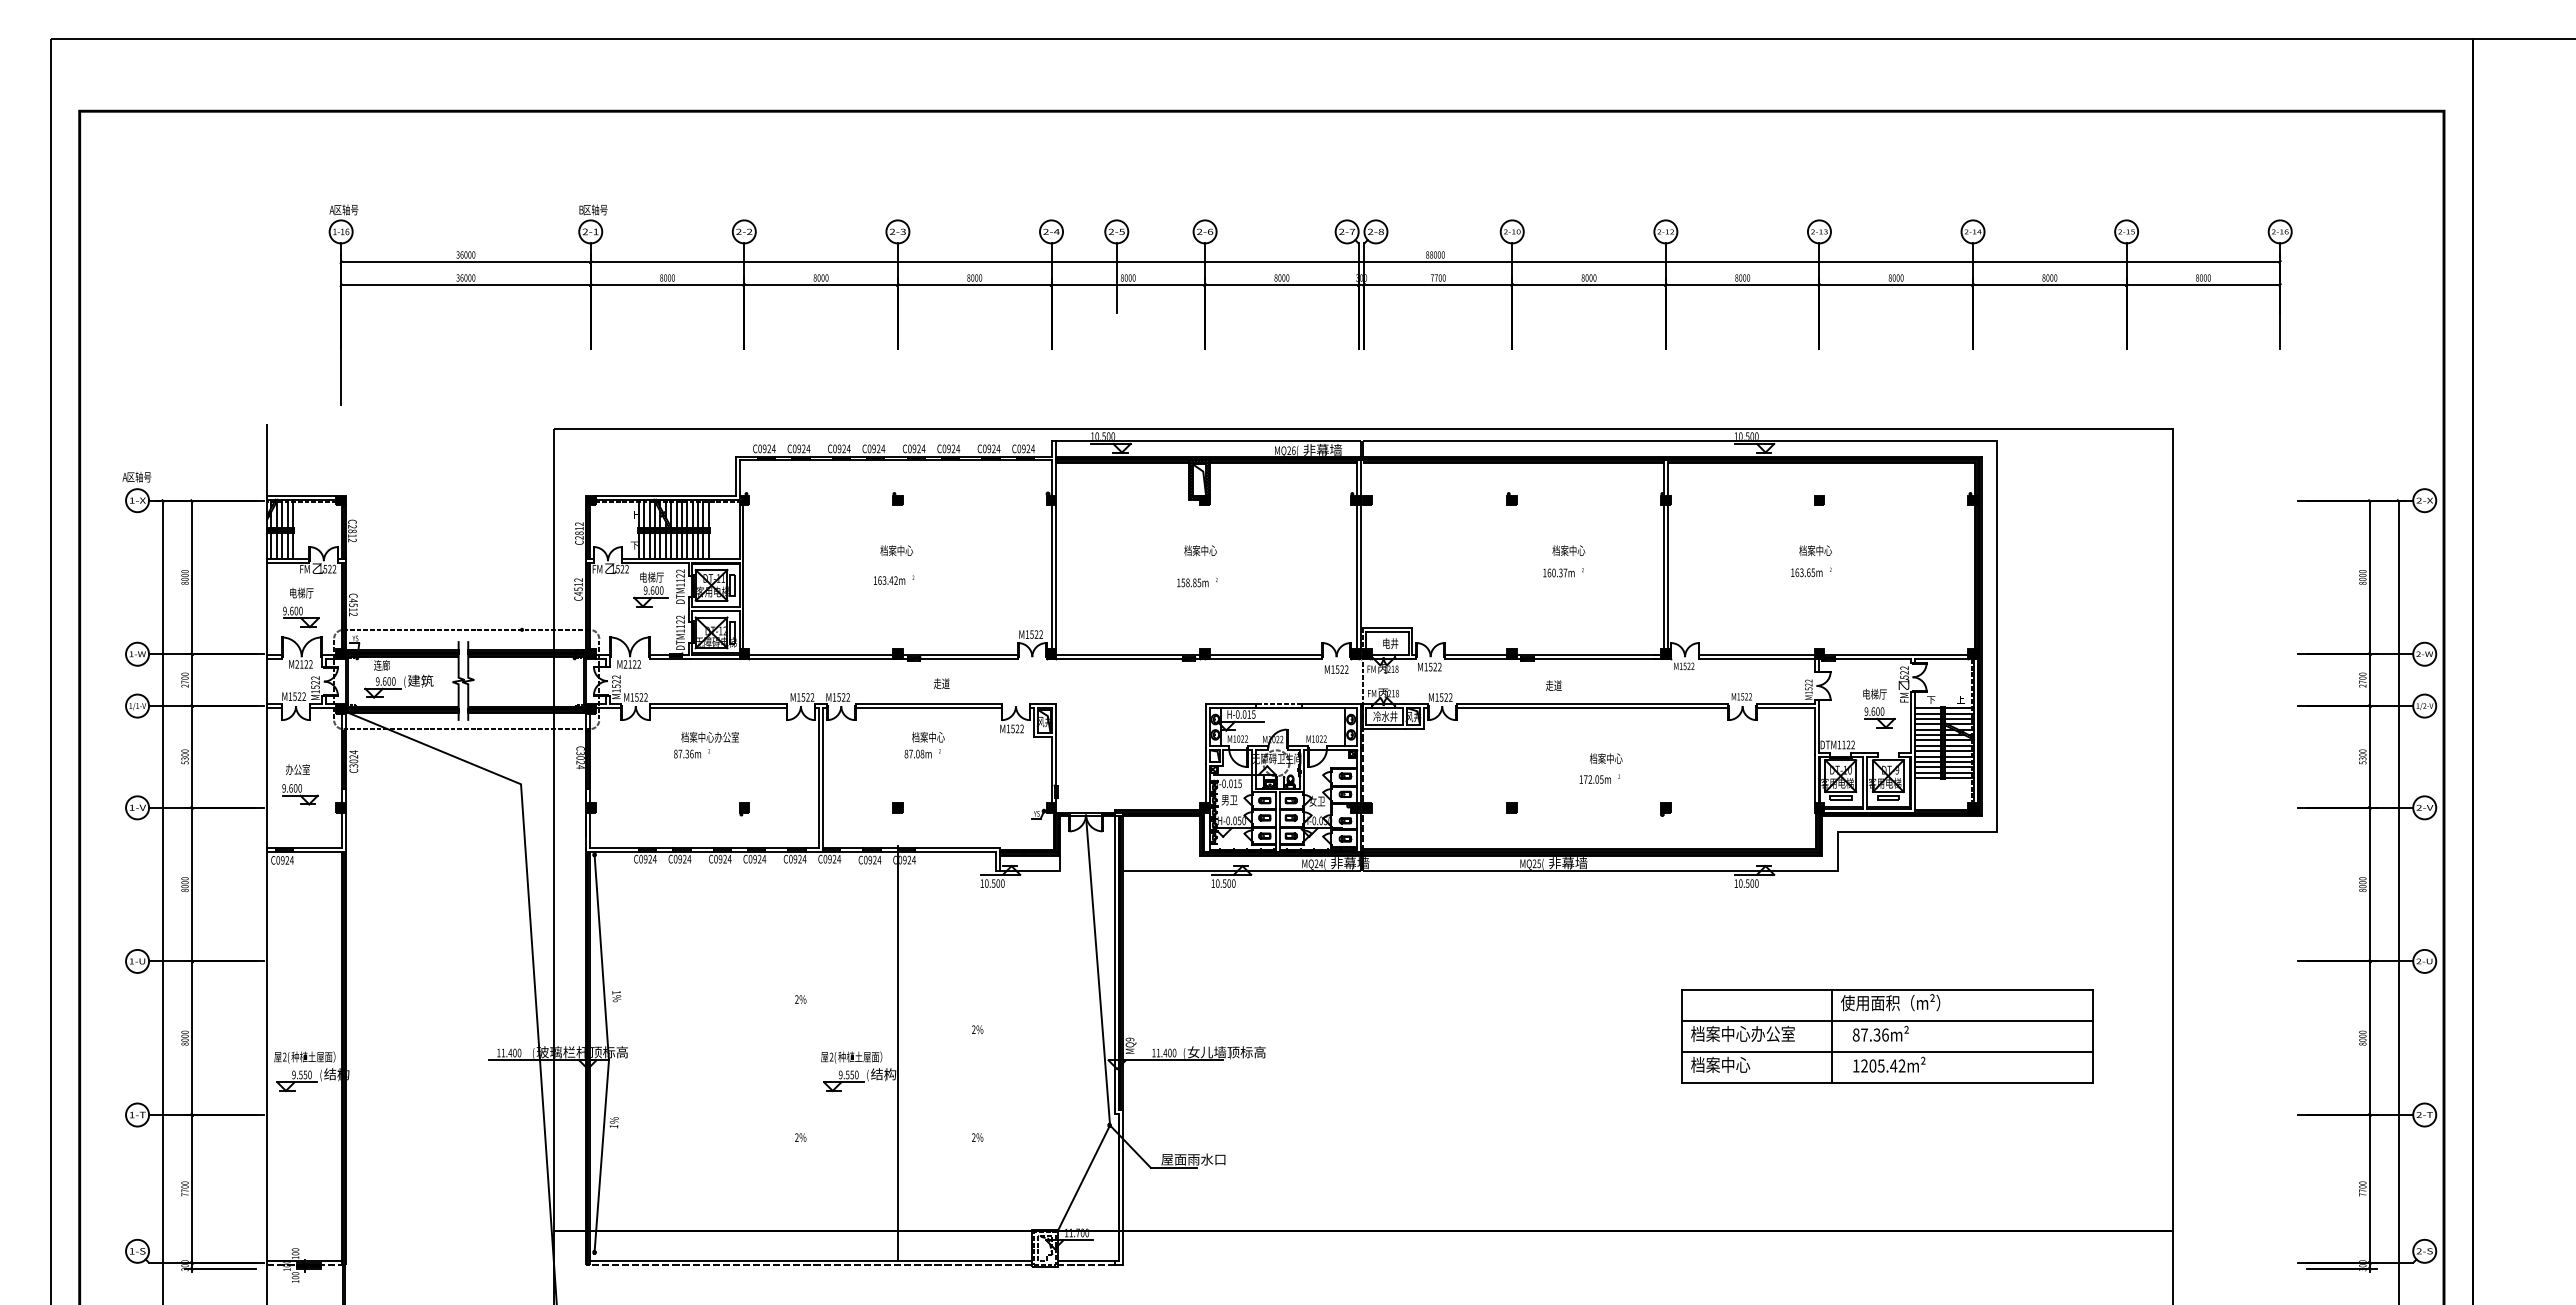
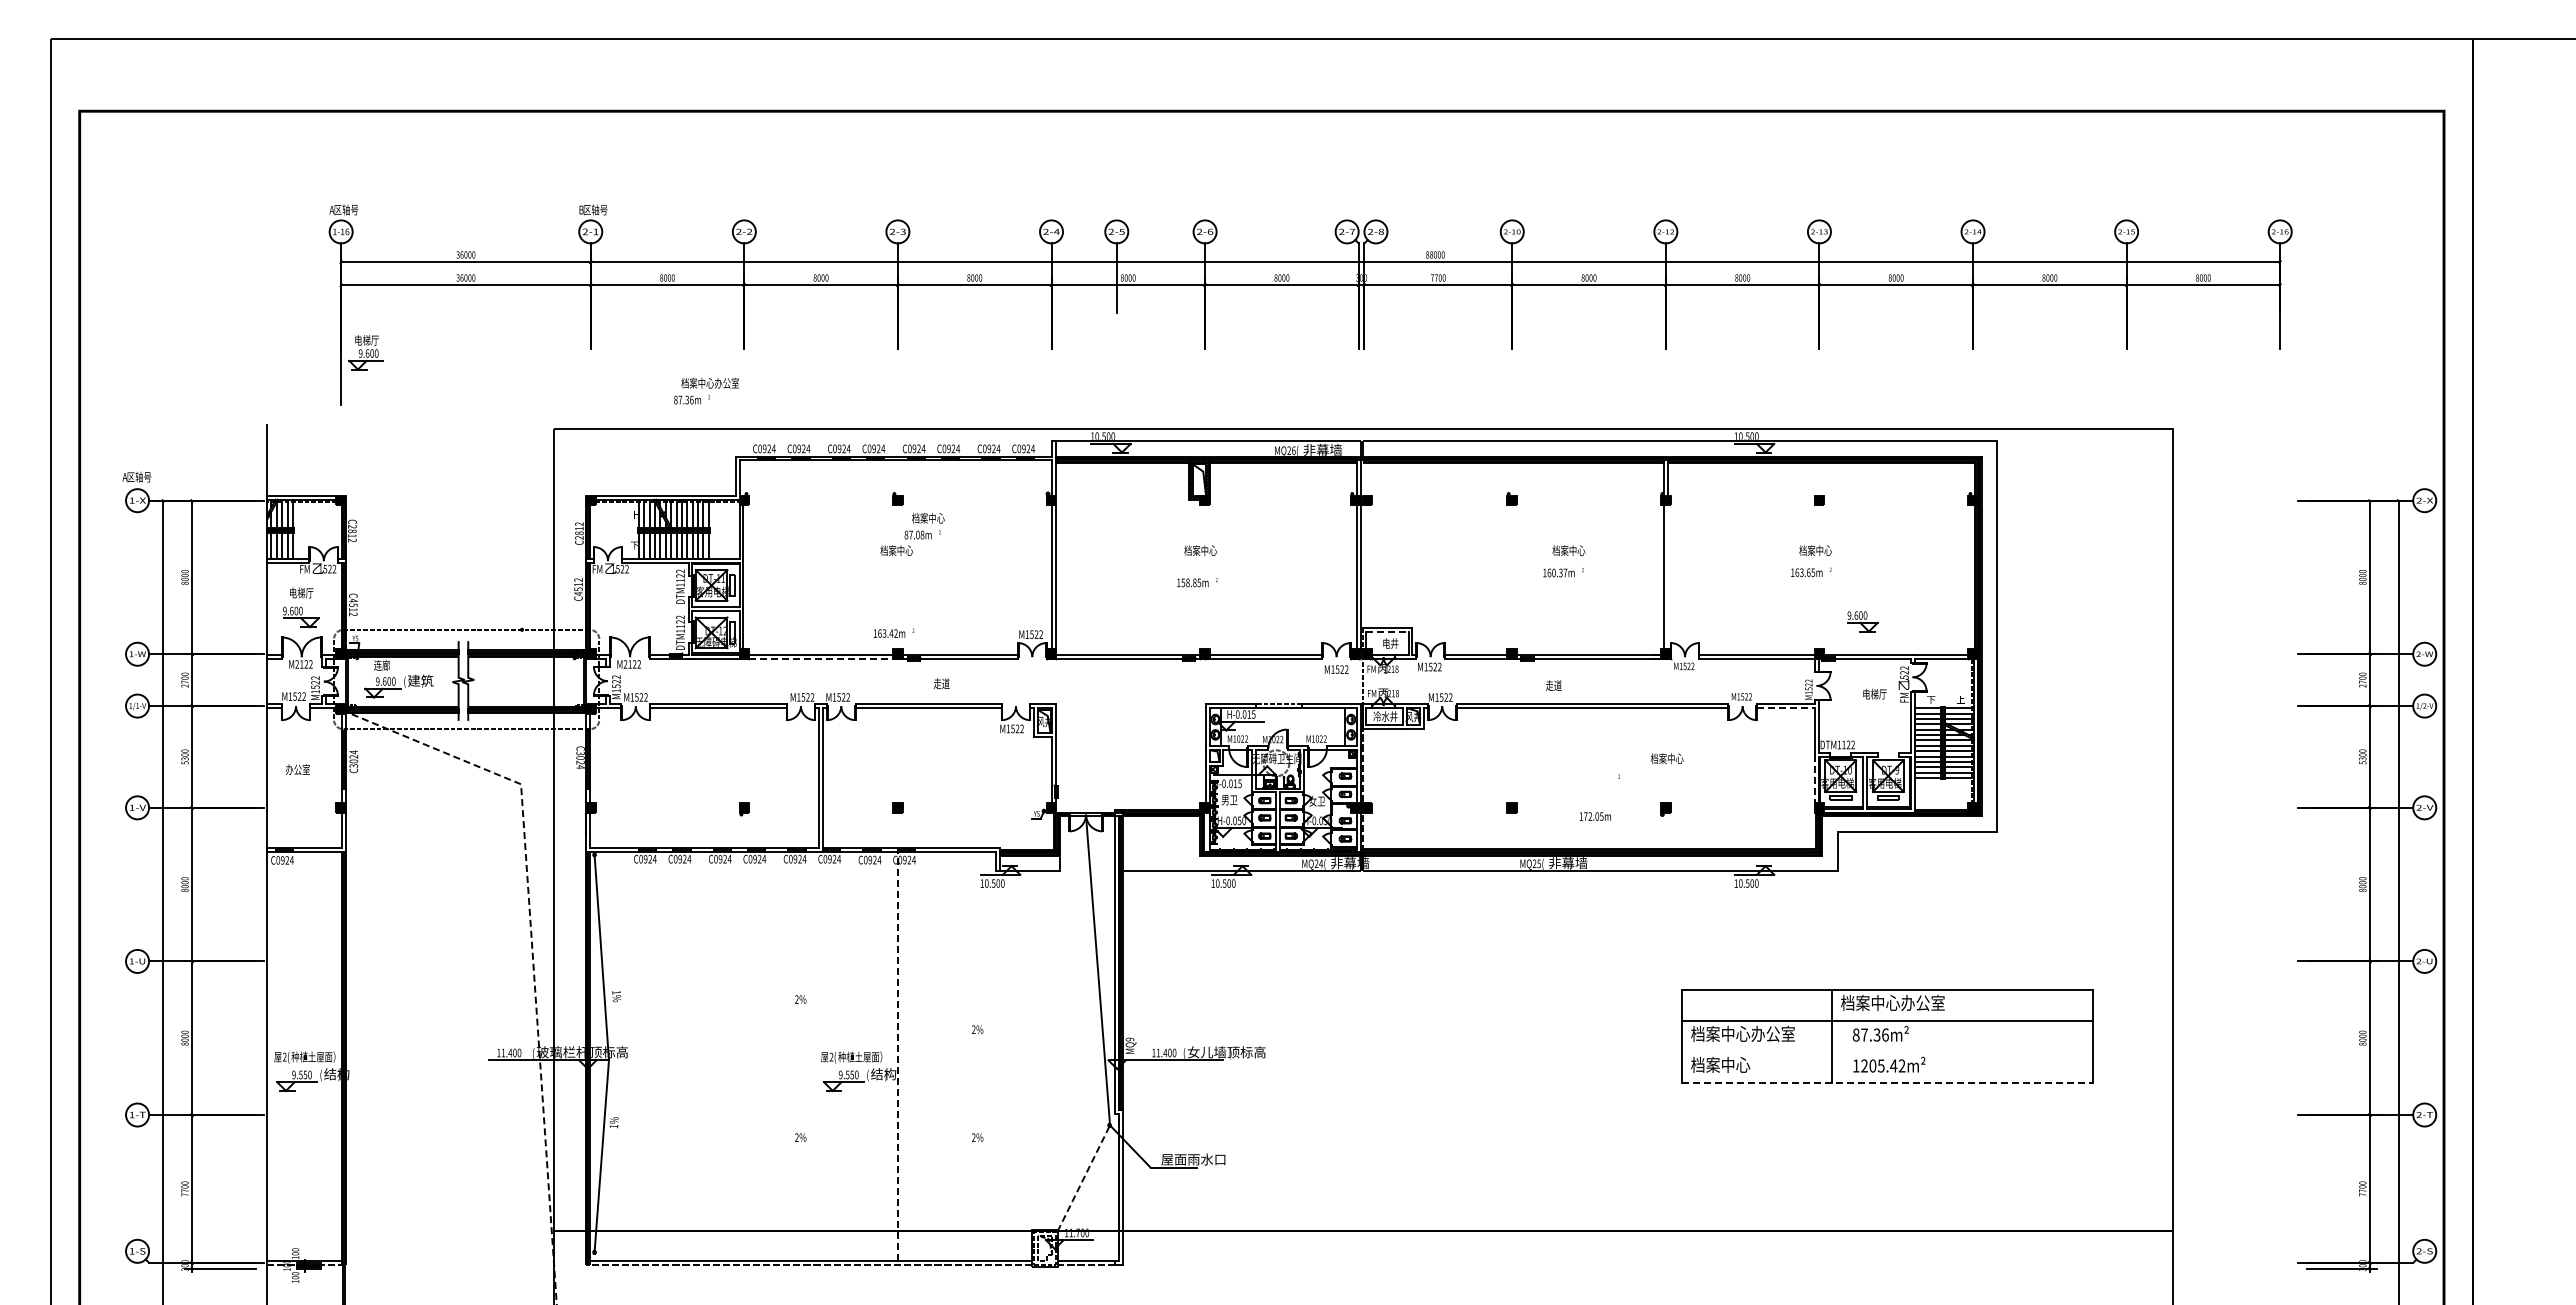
line at (1667, 577): present -> none
text at (894, 579) position: (894, 579) -> (894, 632)
part at (650, 589) position: (650, 589) -> (365, 352)
line at (1387, 632): solid -> dashed
line at (824, 659): solid -> dashed
line at (1785, 708): solid -> dashed
part at (1879, 717) position: (1879, 717) -> (1862, 621)
text at (924, 744) position: (924, 744) -> (924, 525)
text at (706, 745) position: (706, 745) -> (706, 391)
text at (1605, 758) position: (1605, 758) -> (1666, 758)
text at (1594, 779) position: (1594, 779) -> (1594, 816)
line at (1814, 779): solid -> dashed
part at (300, 794): present -> none
line at (532, 948): solid -> dashed
text at (1892, 1002): 使用面积（m²） -> 档案中心办公室
line at (1887, 1051): present -> none
line at (897, 1053): solid -> dashed
line at (1887, 1082): solid -> dashed
line at (1083, 1178): solid -> dashed
